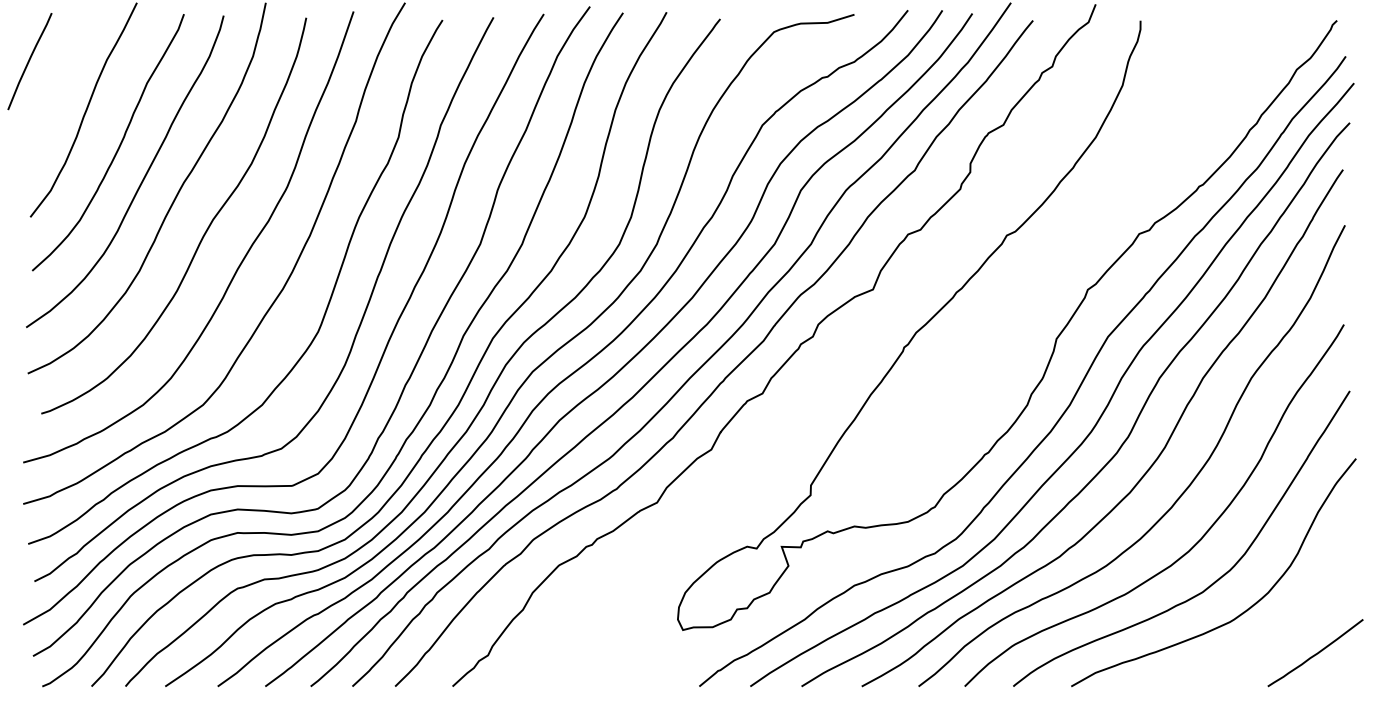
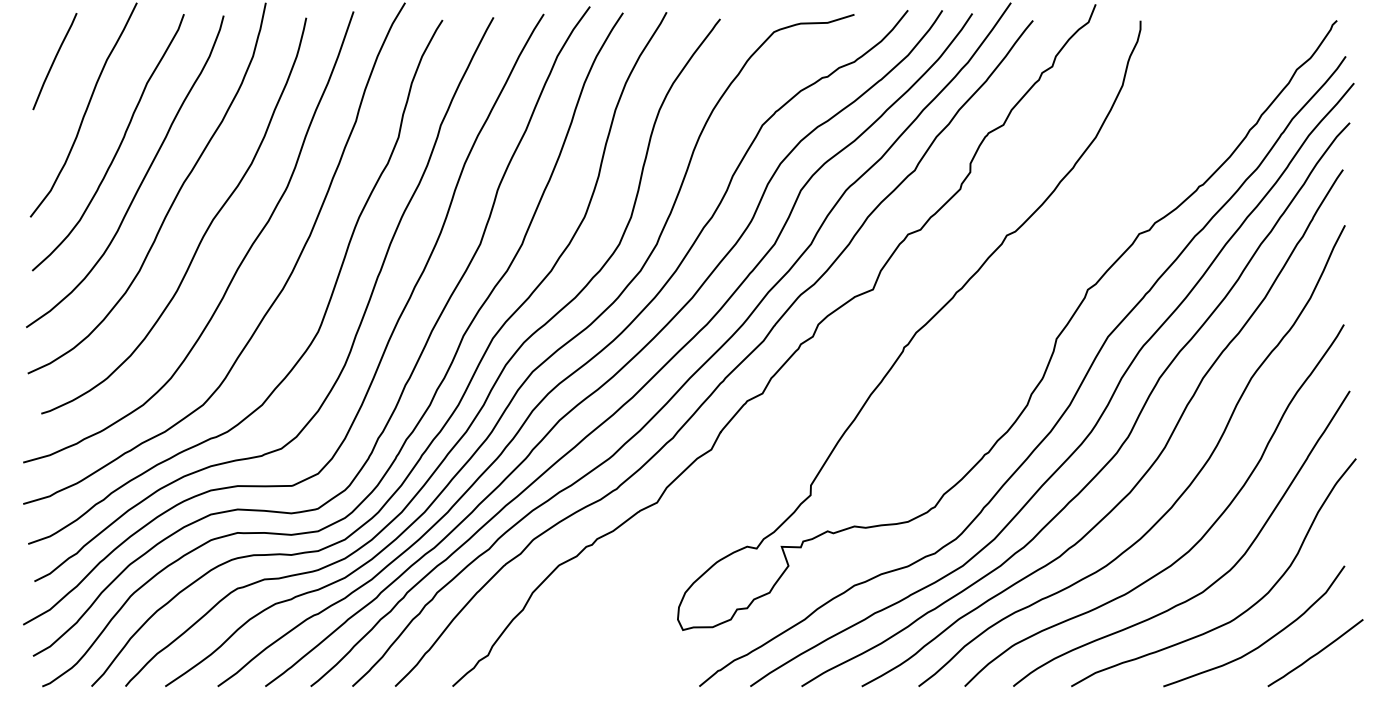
curve at (29, 61) position: (29, 61) -> (54, 61)
curve at (1264, 641): none -> present
